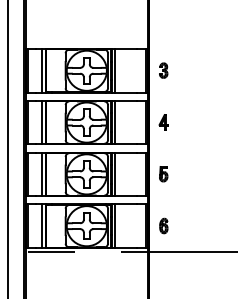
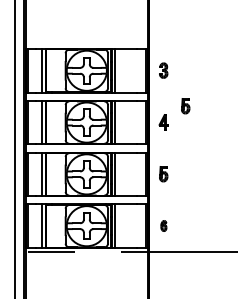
part at (185, 106): none -> present
line at (8, 148) position: (8, 148) -> (15, 148)
part at (163, 225) size: 10x18 px -> 8x12 px
